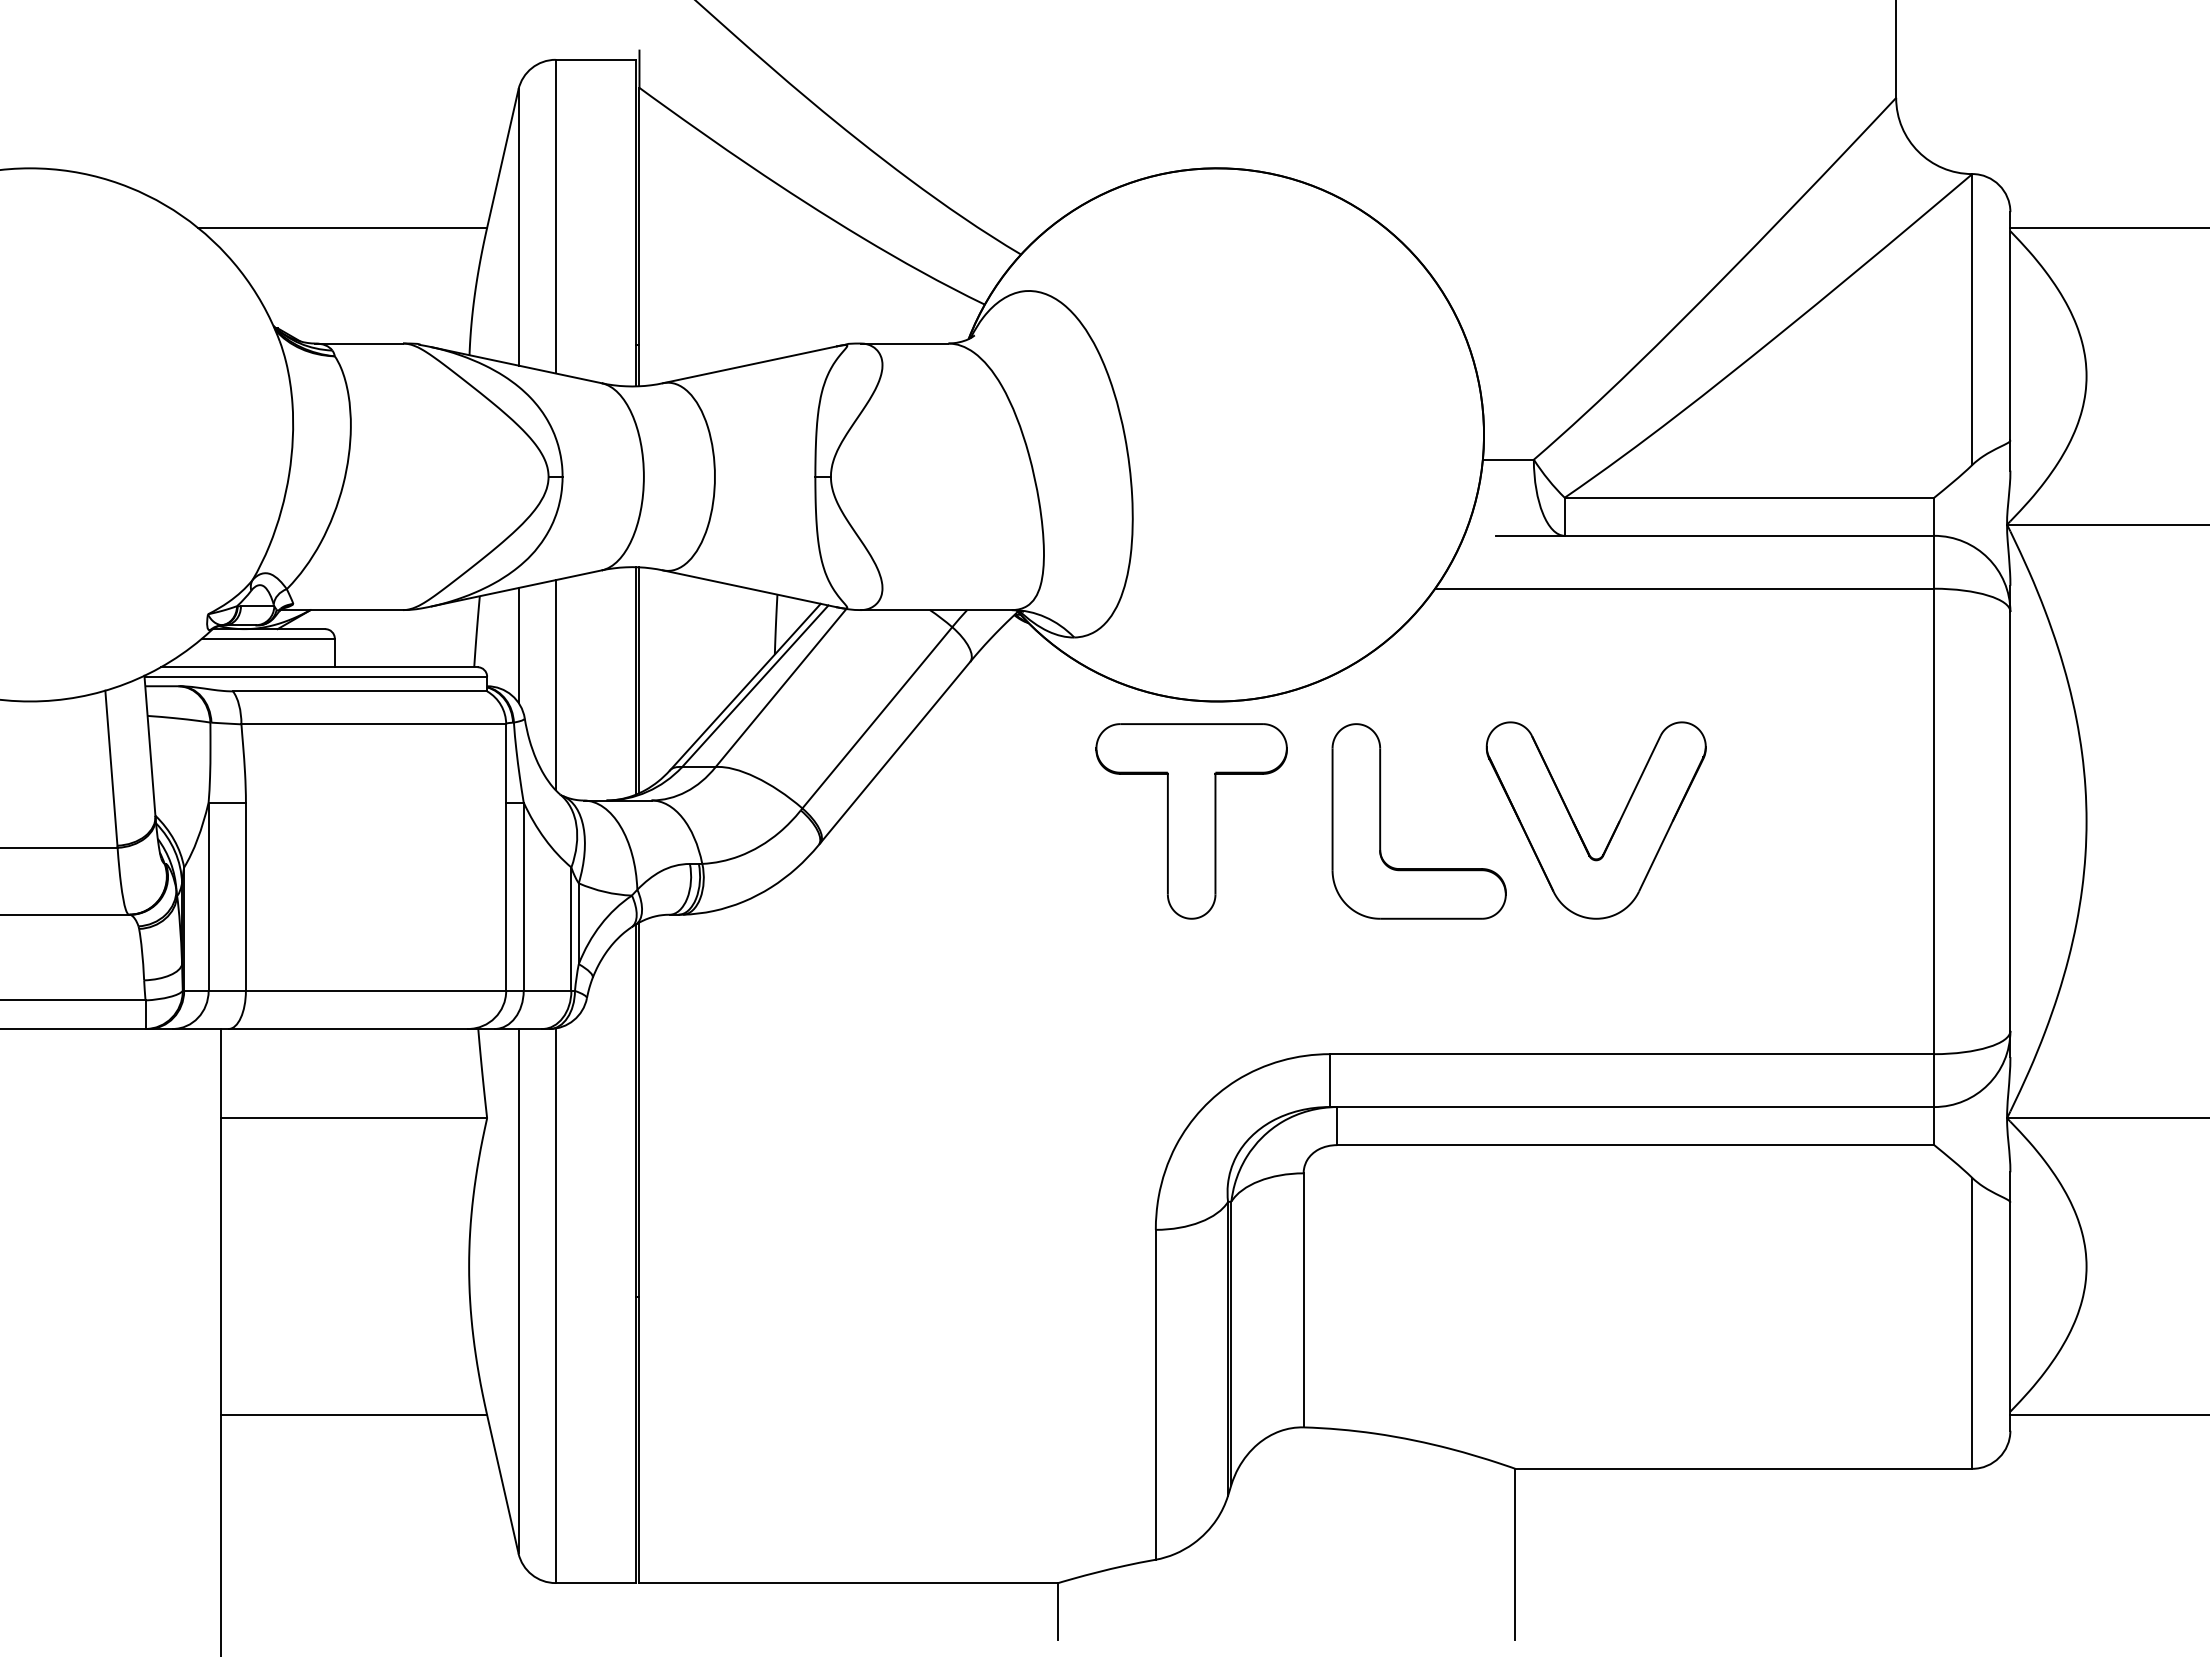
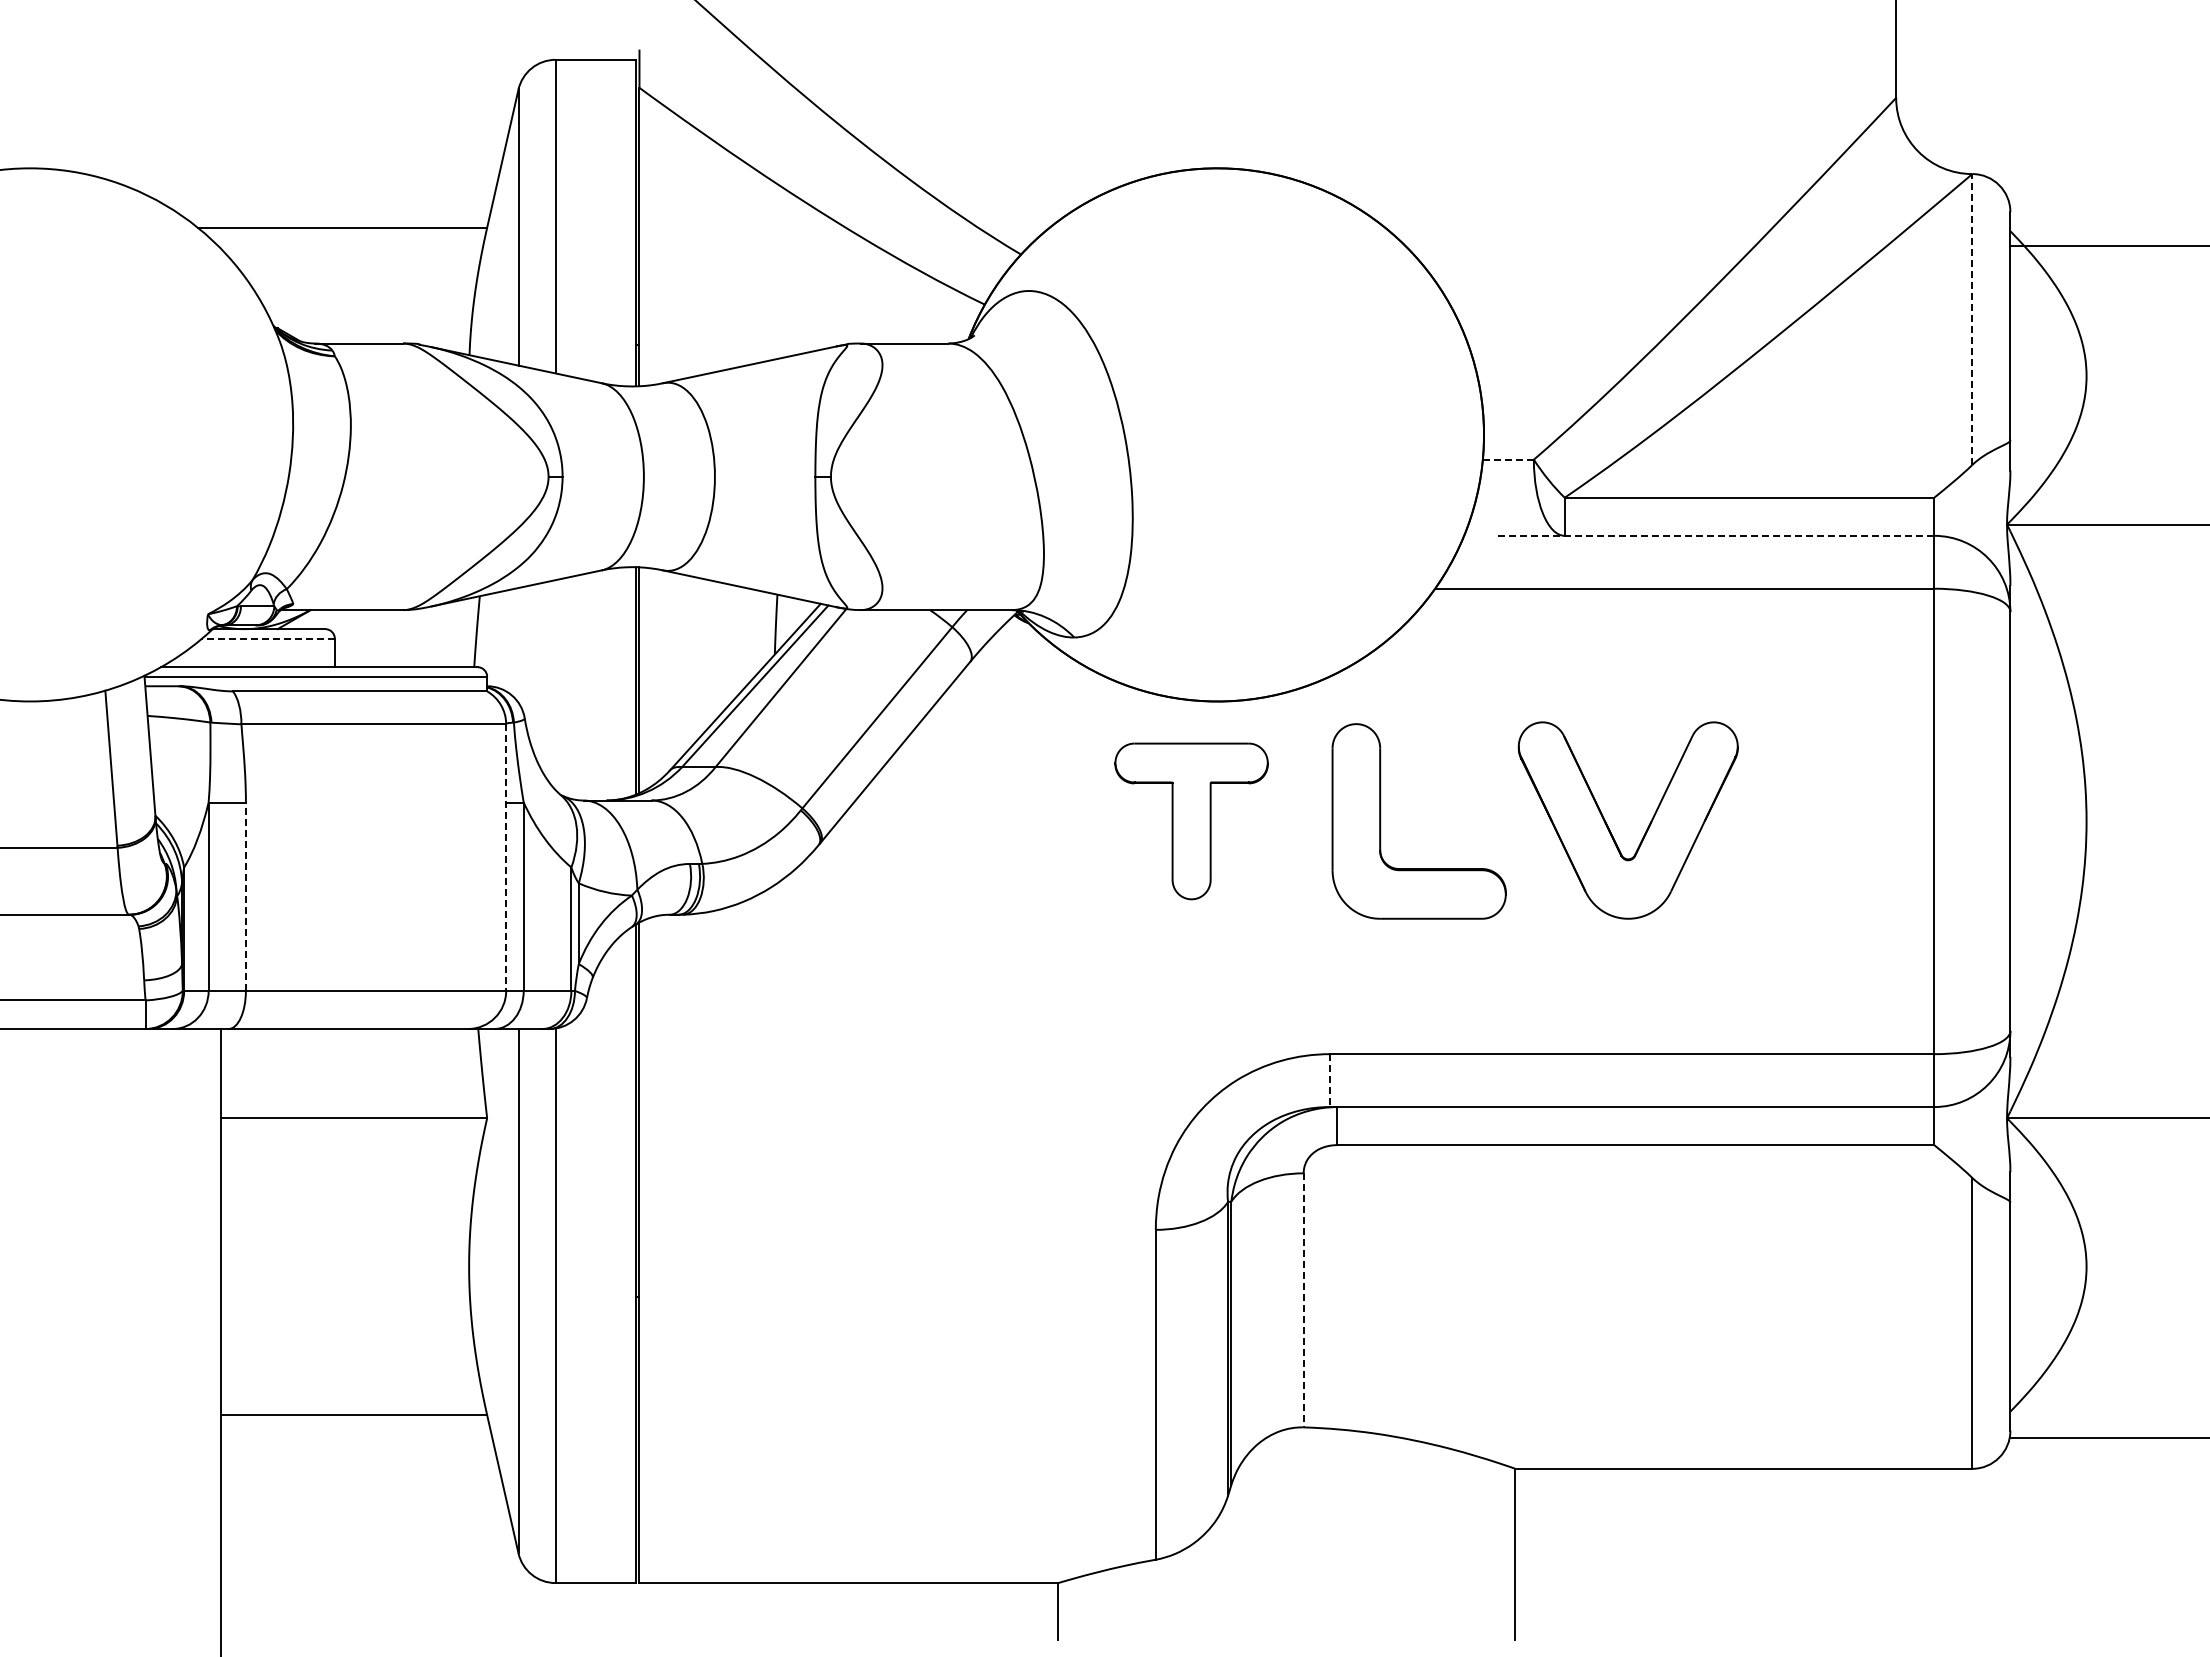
line at (2108, 227) position: (2108, 227) -> (2108, 245)
line at (1972, 319): solid -> dashed
line at (1508, 459): solid -> dashed
line at (1715, 535): solid -> dashed
line at (267, 638): solid -> dashed
line at (518, 645): present -> none
line at (555, 685): present -> none
part at (1191, 821) size: 193x197 px -> 155x159 px
part at (1576, 825) position: (1576, 825) -> (1608, 825)
line at (506, 858): solid -> dashed
line at (245, 896): solid -> dashed
line at (1329, 1081): solid -> dashed
line at (1303, 1300): solid -> dashed
line at (2108, 1415) position: (2108, 1415) -> (2108, 1438)
